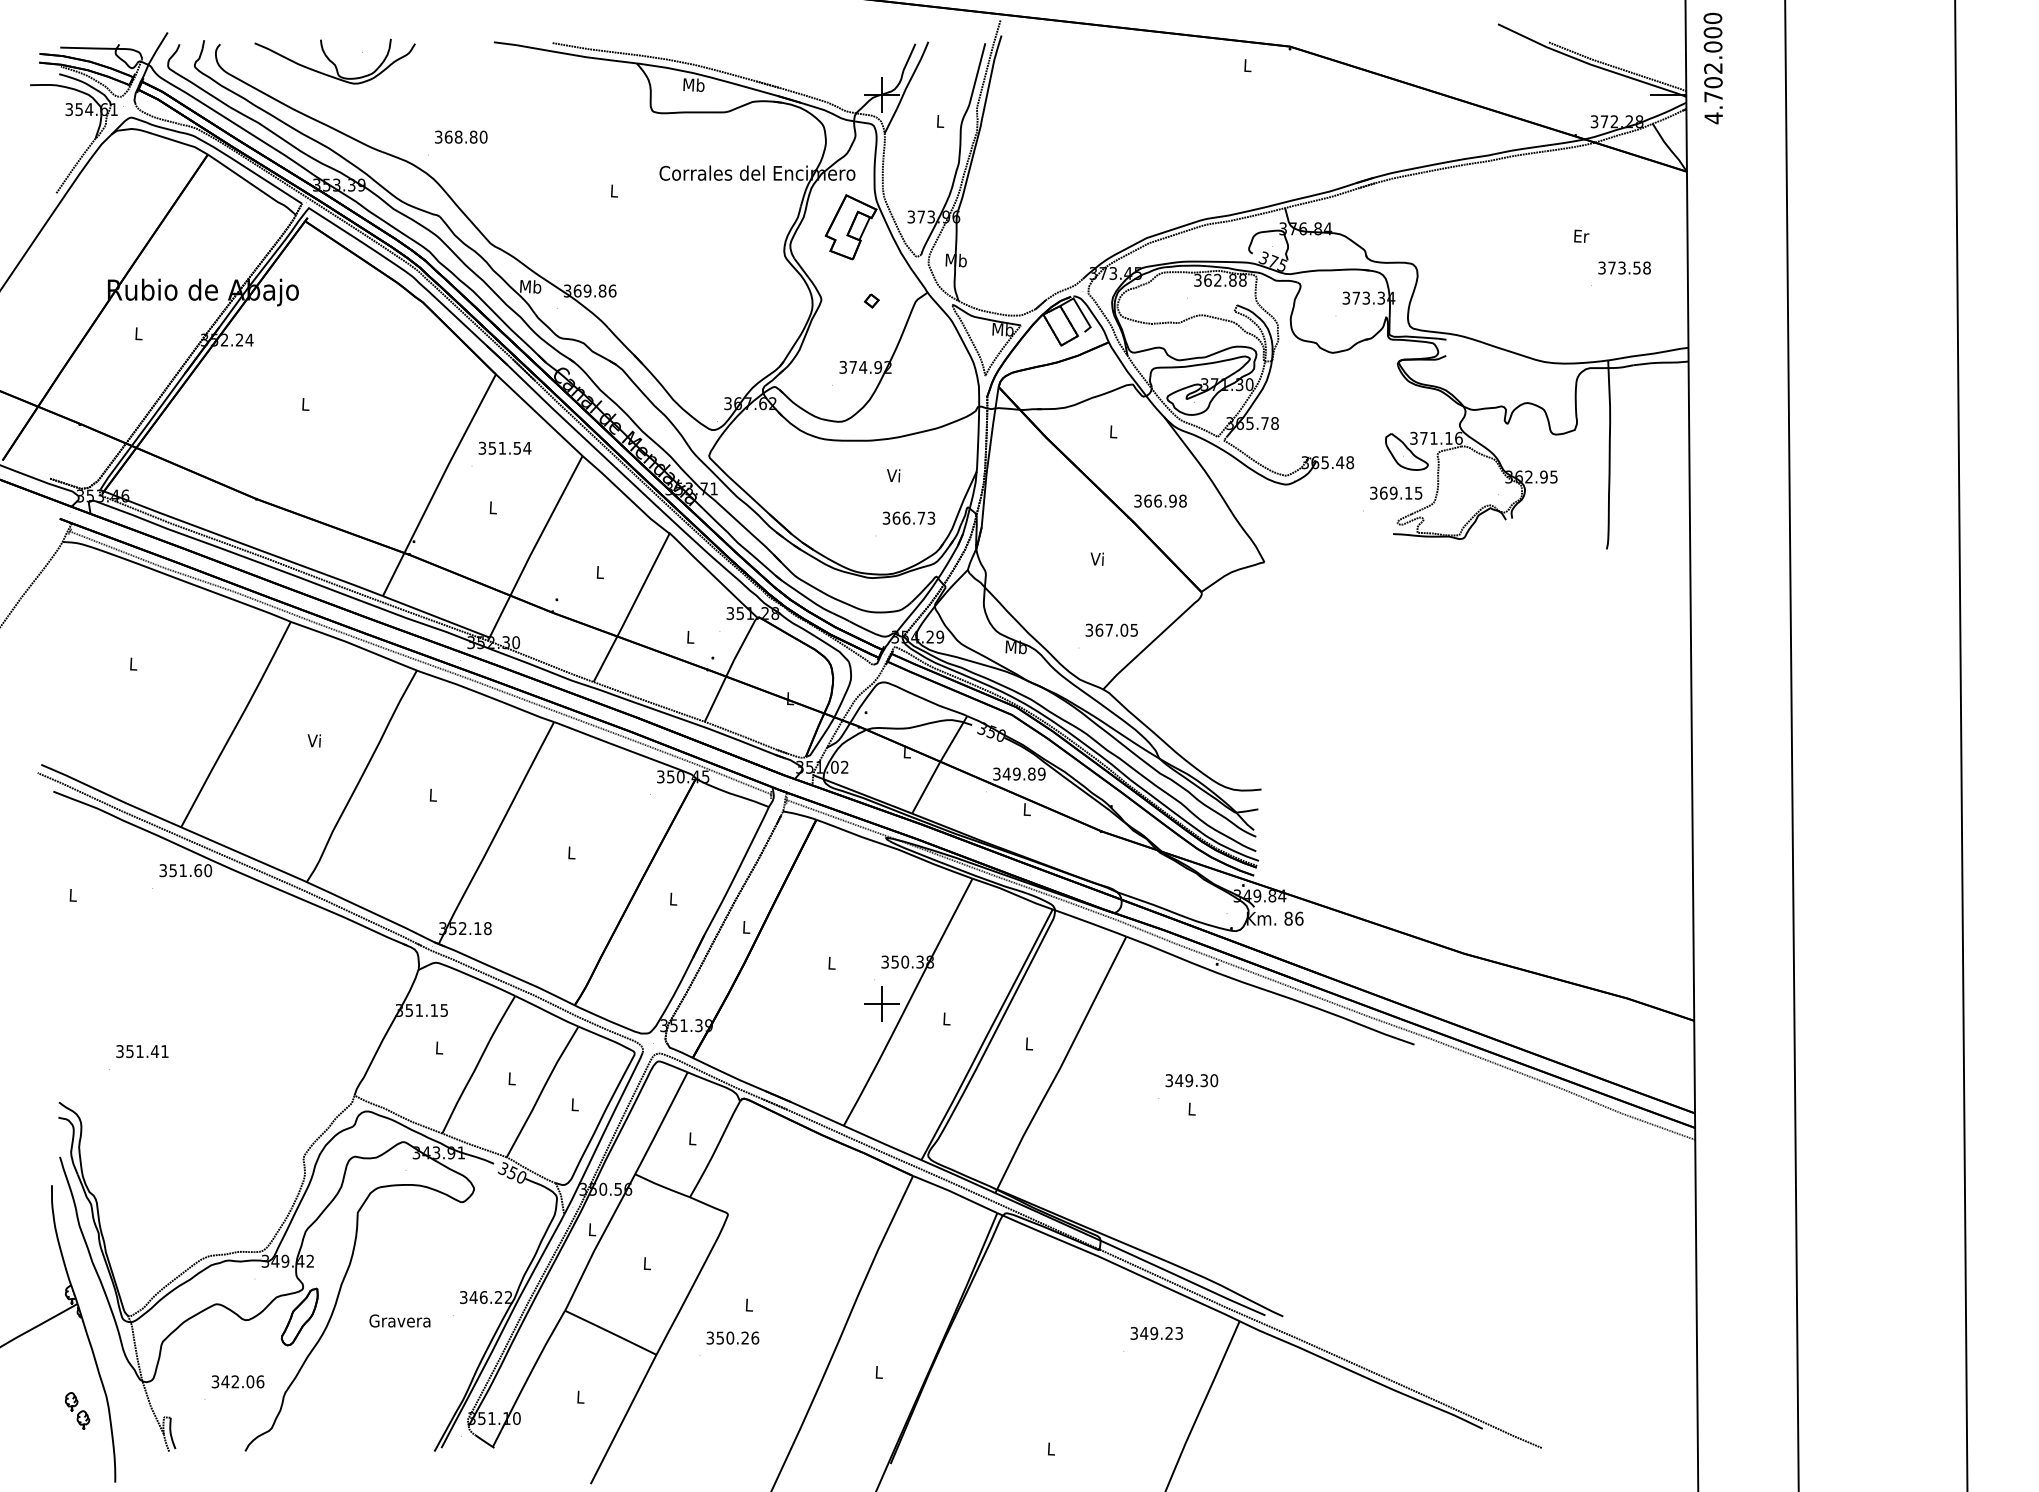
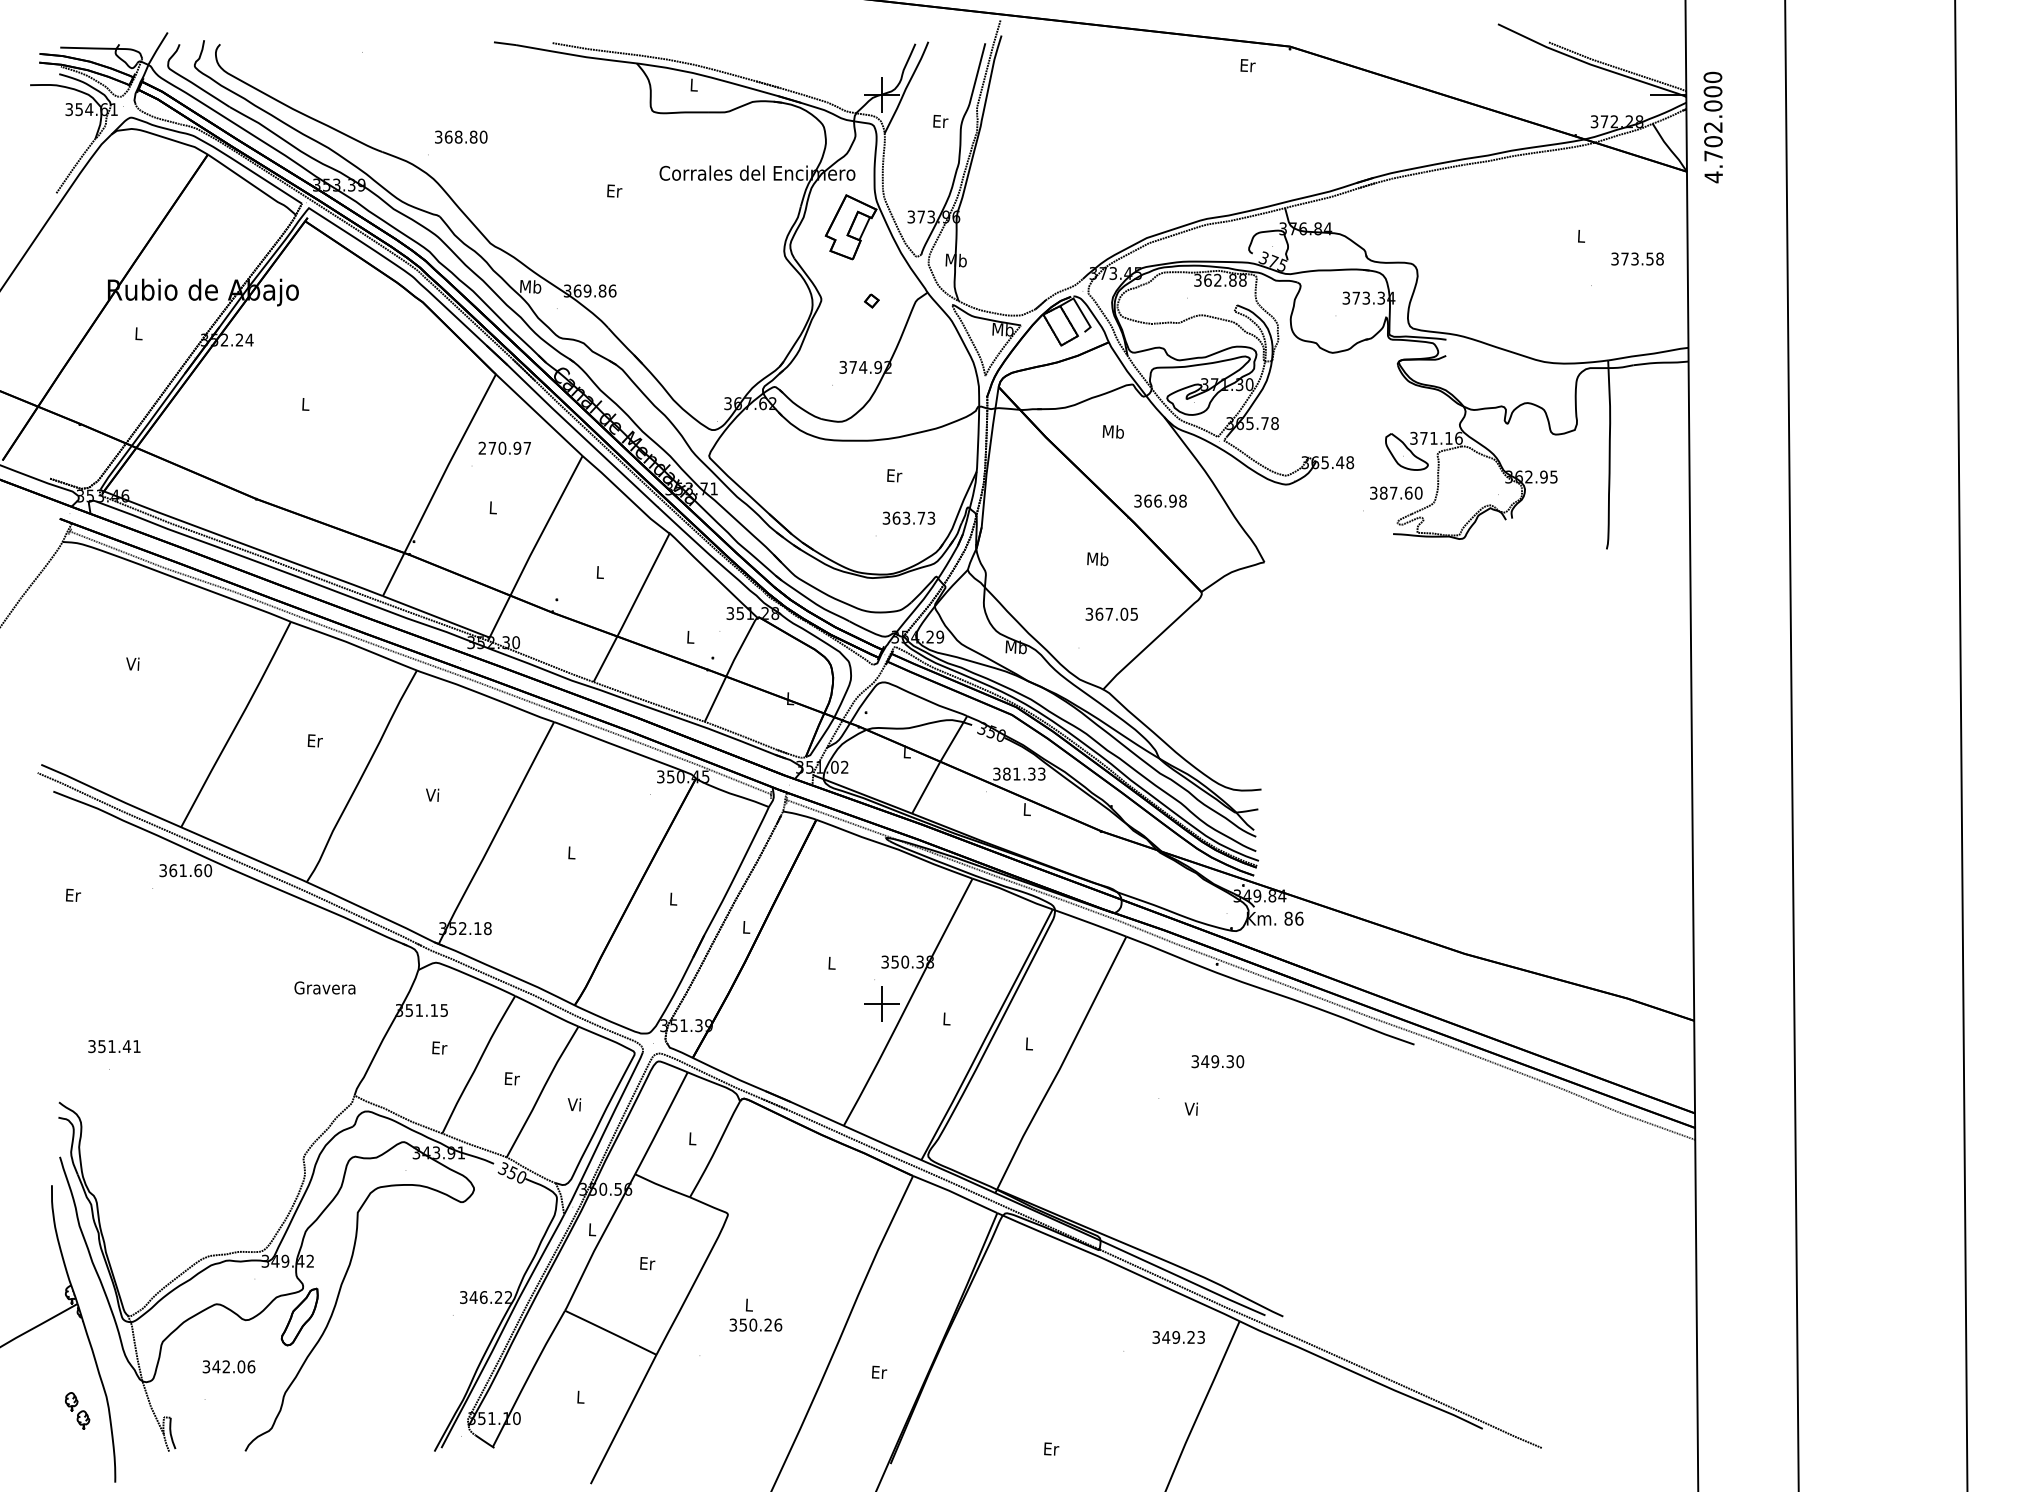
part at (334, 61): present -> none
text at (1247, 65): L -> Er
text at (1712, 68) position: (1712, 68) -> (1712, 127)
text at (693, 84): Mb -> L
text at (940, 120): L -> Er
text at (614, 190): L -> Er
text at (1581, 235): Er -> L
text at (1624, 267) position: (1624, 267) -> (1637, 258)
text at (1112, 431): L -> Mb
text at (504, 447): 351.54 -> 270.97
text at (894, 475): Vi -> Er
text at (1401, 492): 369.15 -> 387.60
text at (906, 517): 366.73 -> 363.73
text at (1097, 559): Vi -> Mb
text at (1111, 629) position: (1111, 629) -> (1111, 613)
text at (132, 663): L -> Vi
text at (314, 740): Vi -> Er
text at (1023, 773): 349.89 -> 381.33
text at (432, 794): L -> Vi
text at (173, 870): 351.60 -> 361.60
text at (73, 894): L -> Er
text at (439, 1047): L -> Er
text at (142, 1051) position: (142, 1051) -> (114, 1046)
text at (511, 1078): L -> Er
text at (1191, 1080) position: (1191, 1080) -> (1217, 1061)
text at (574, 1104): L -> Vi
text at (1190, 1108): L -> Vi
text at (647, 1263): L -> Er
text at (399, 1320) position: (399, 1320) -> (324, 987)
text at (1156, 1333) position: (1156, 1333) -> (1178, 1337)
text at (732, 1337) position: (732, 1337) -> (755, 1324)
text at (879, 1371): L -> Er
text at (237, 1381) position: (237, 1381) -> (228, 1366)
text at (1051, 1448): L -> Er
